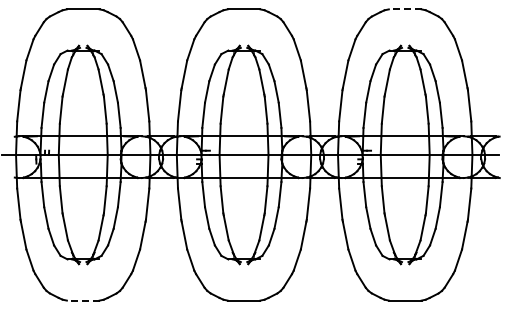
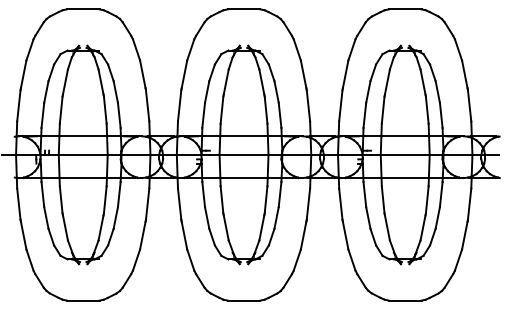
line at (404, 9): dashed -> solid
line at (82, 300): dashed -> solid
